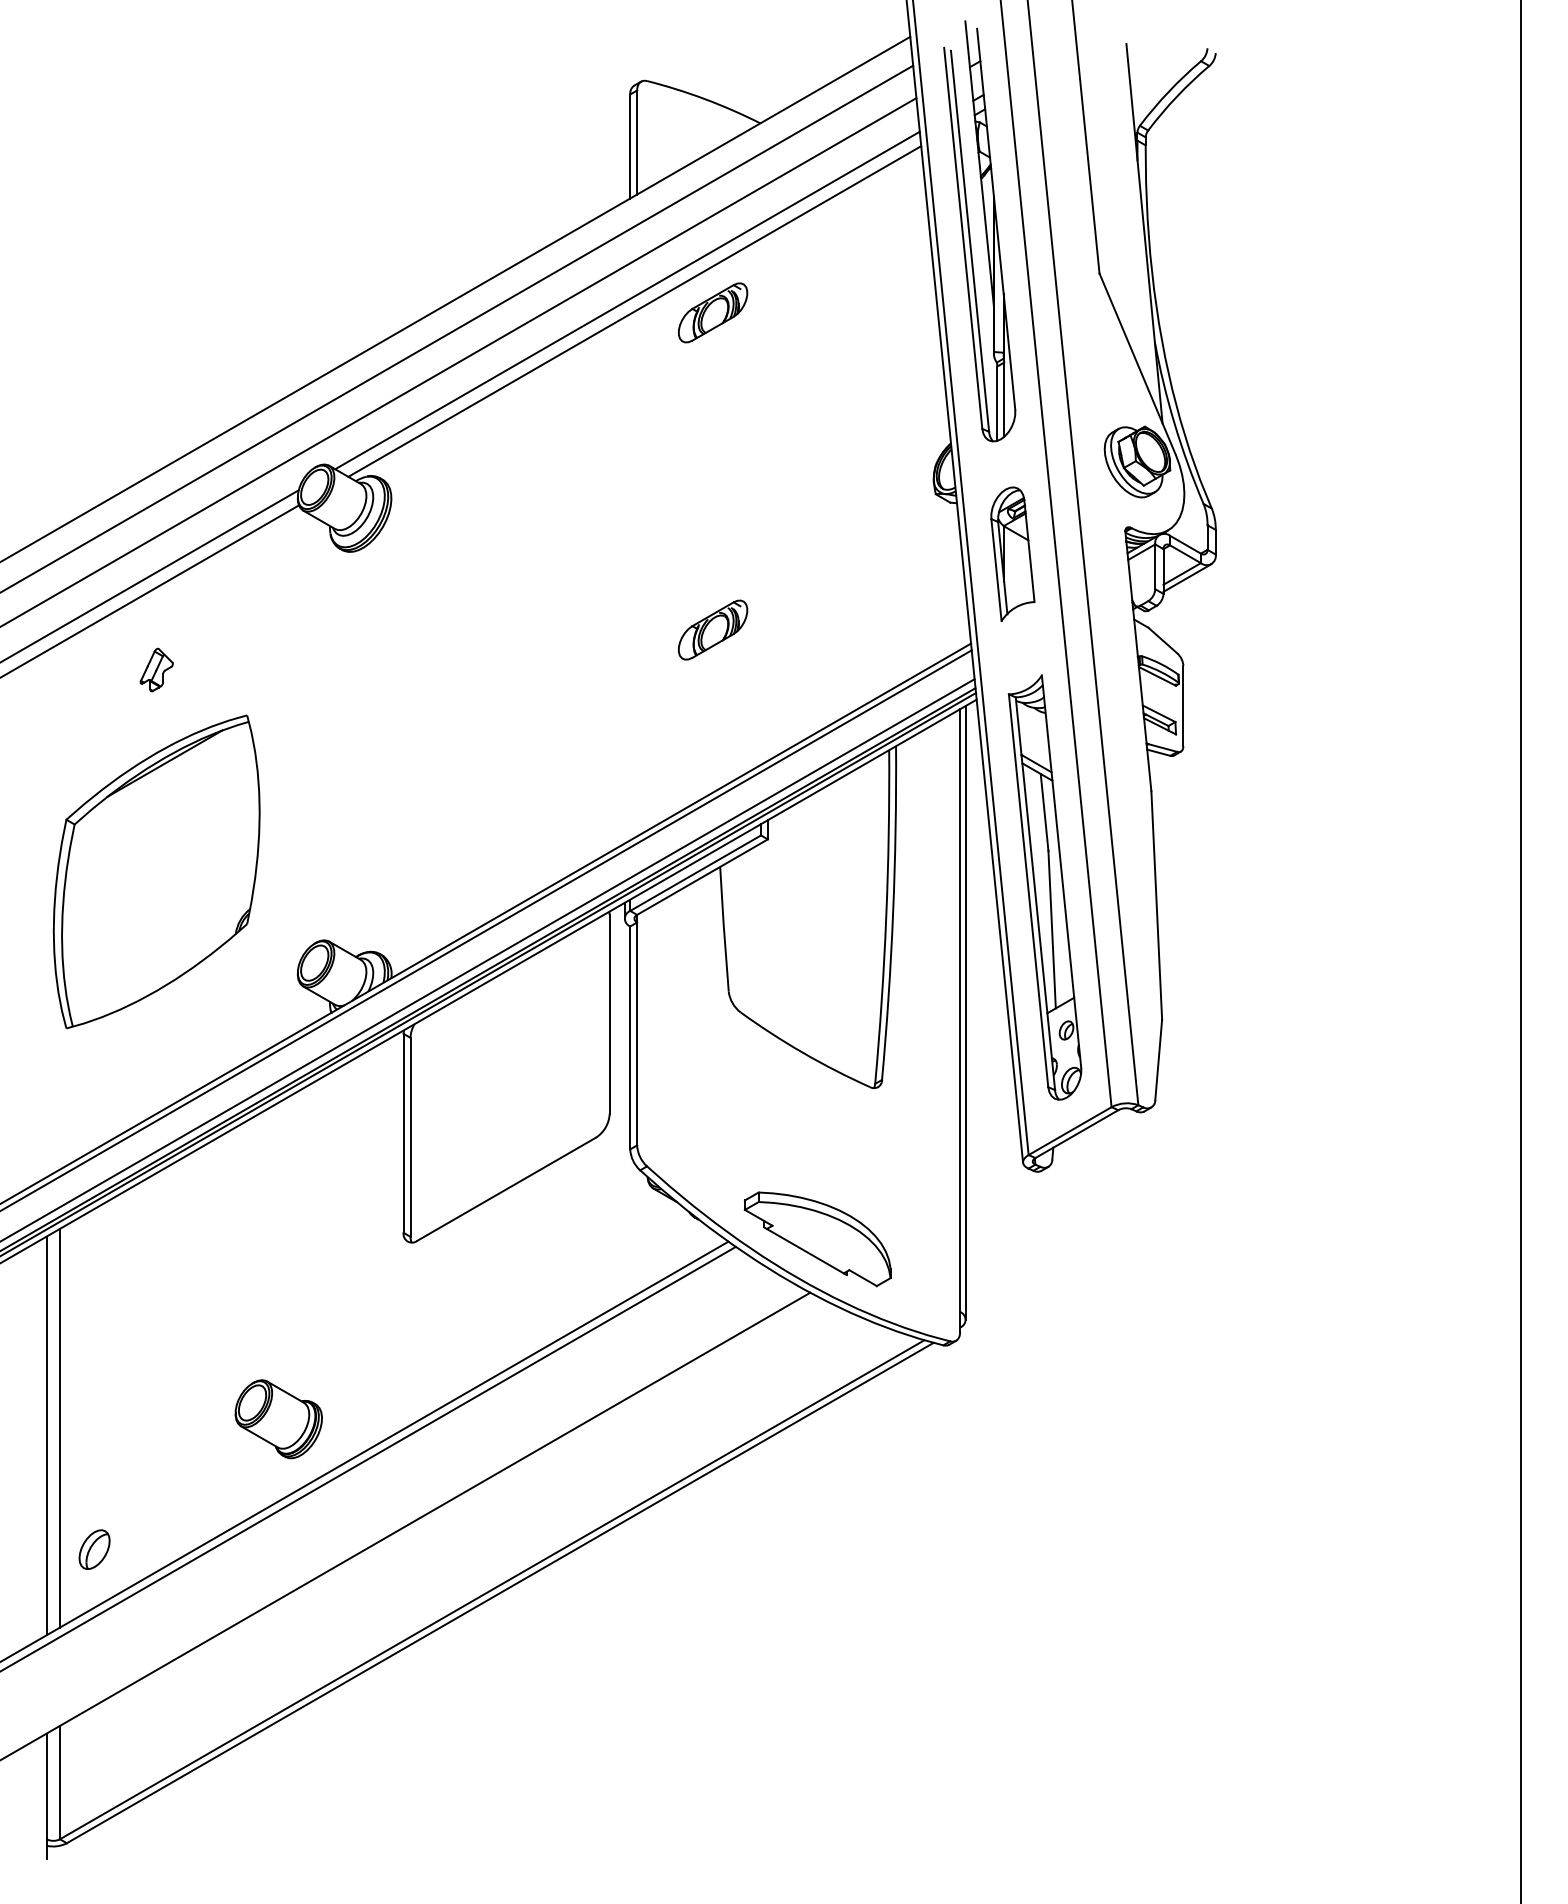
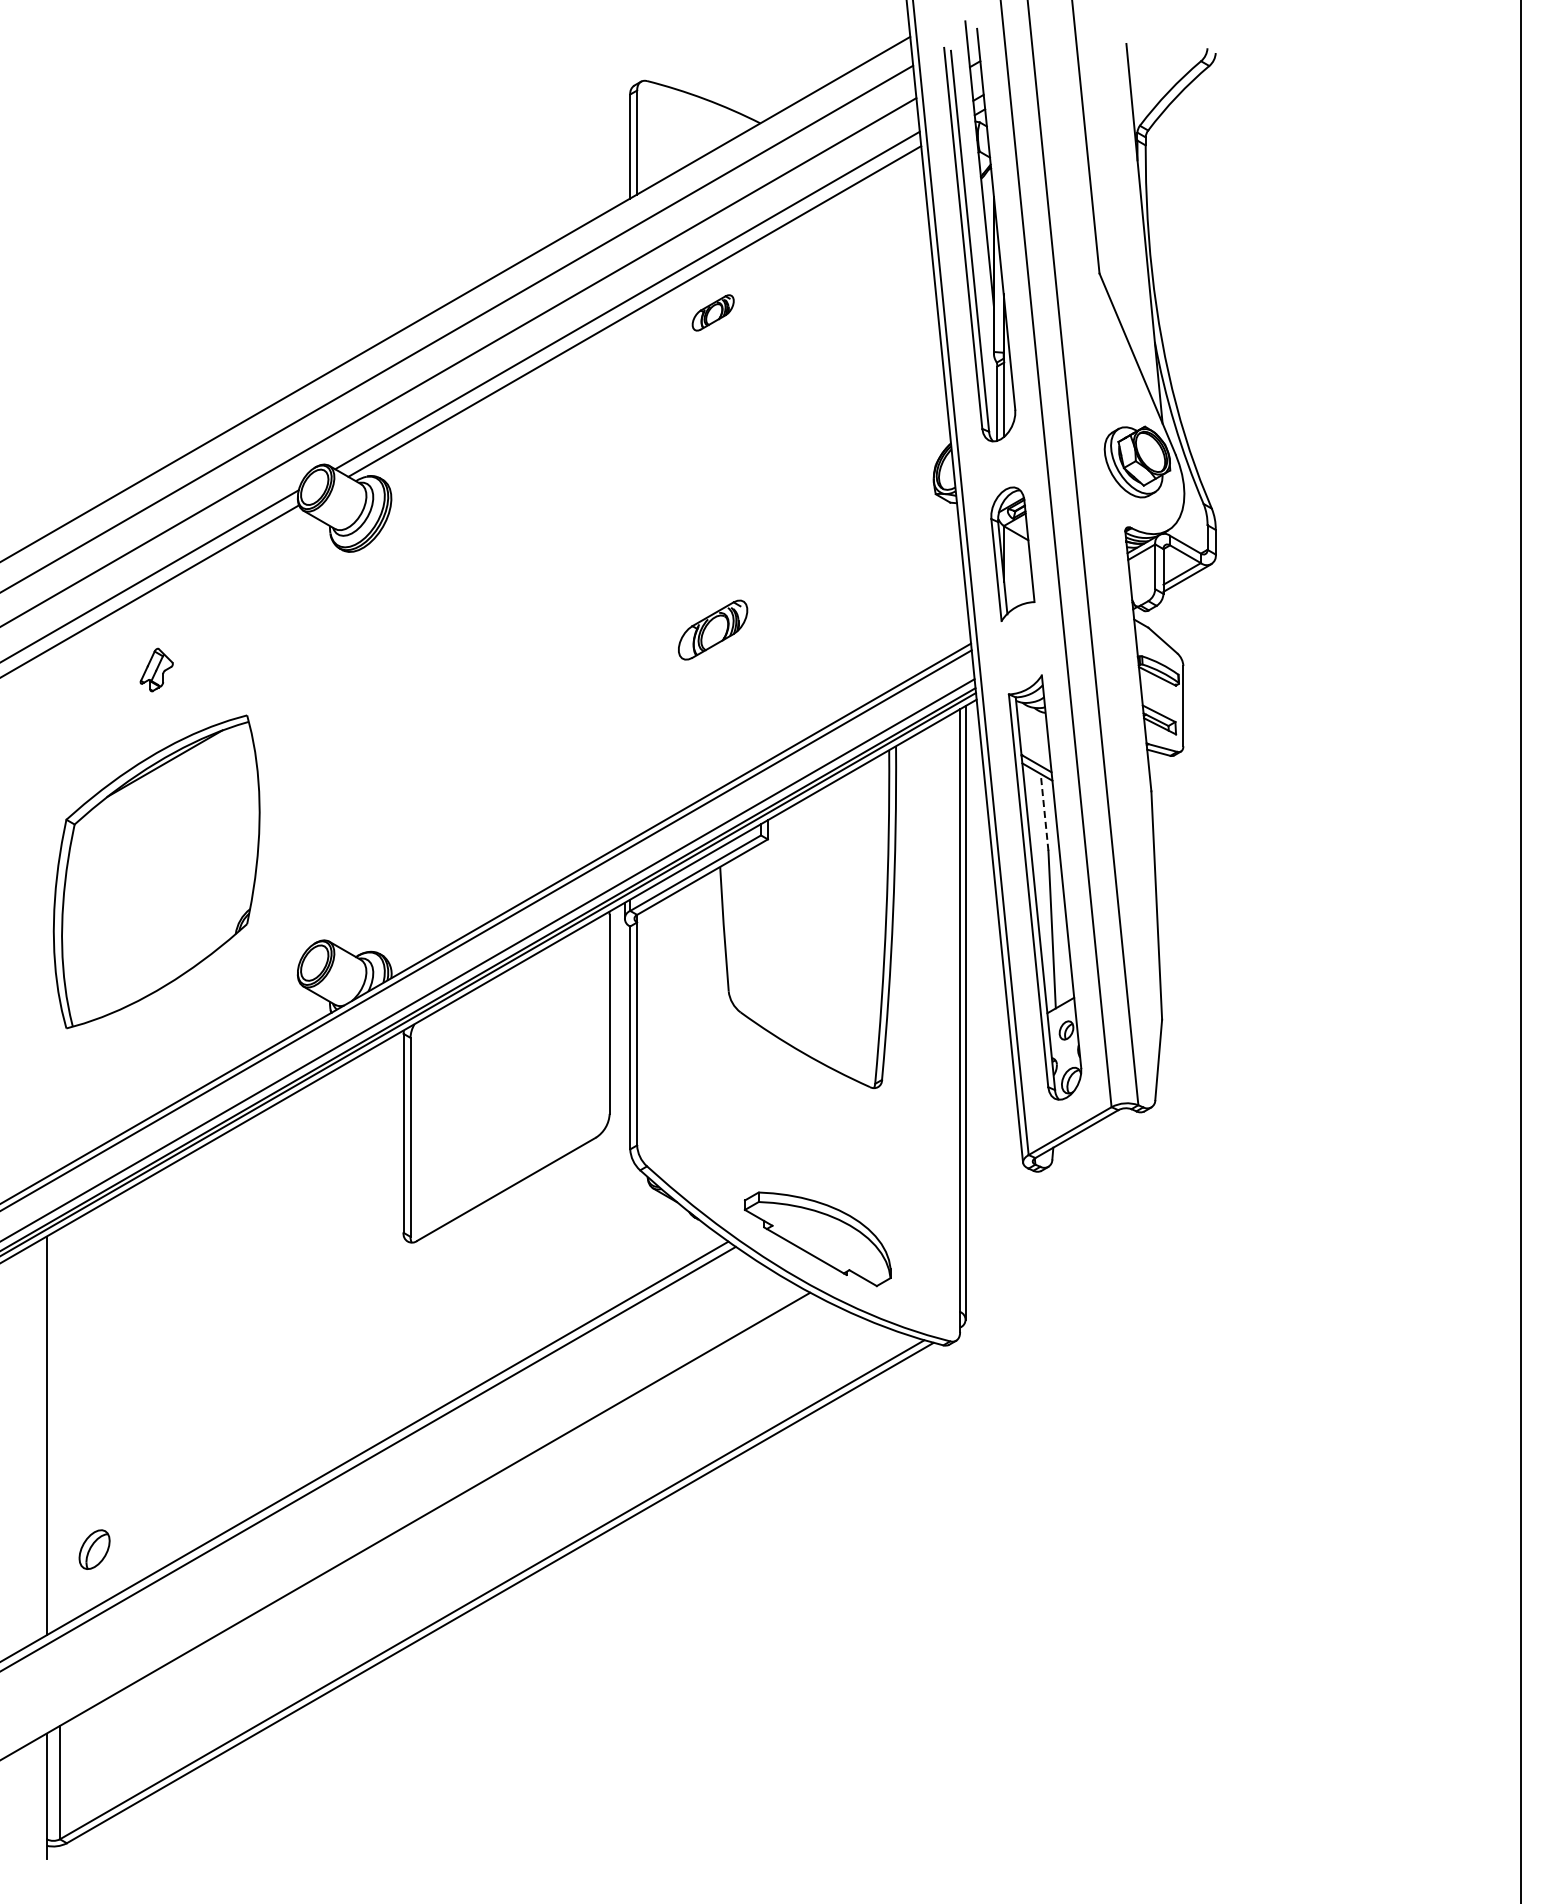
part at (713, 312) size: 71x62 px -> 44x38 px
line at (1044, 812): solid -> dashed
part at (278, 1419): present -> none
line at (59, 1427): present -> none
